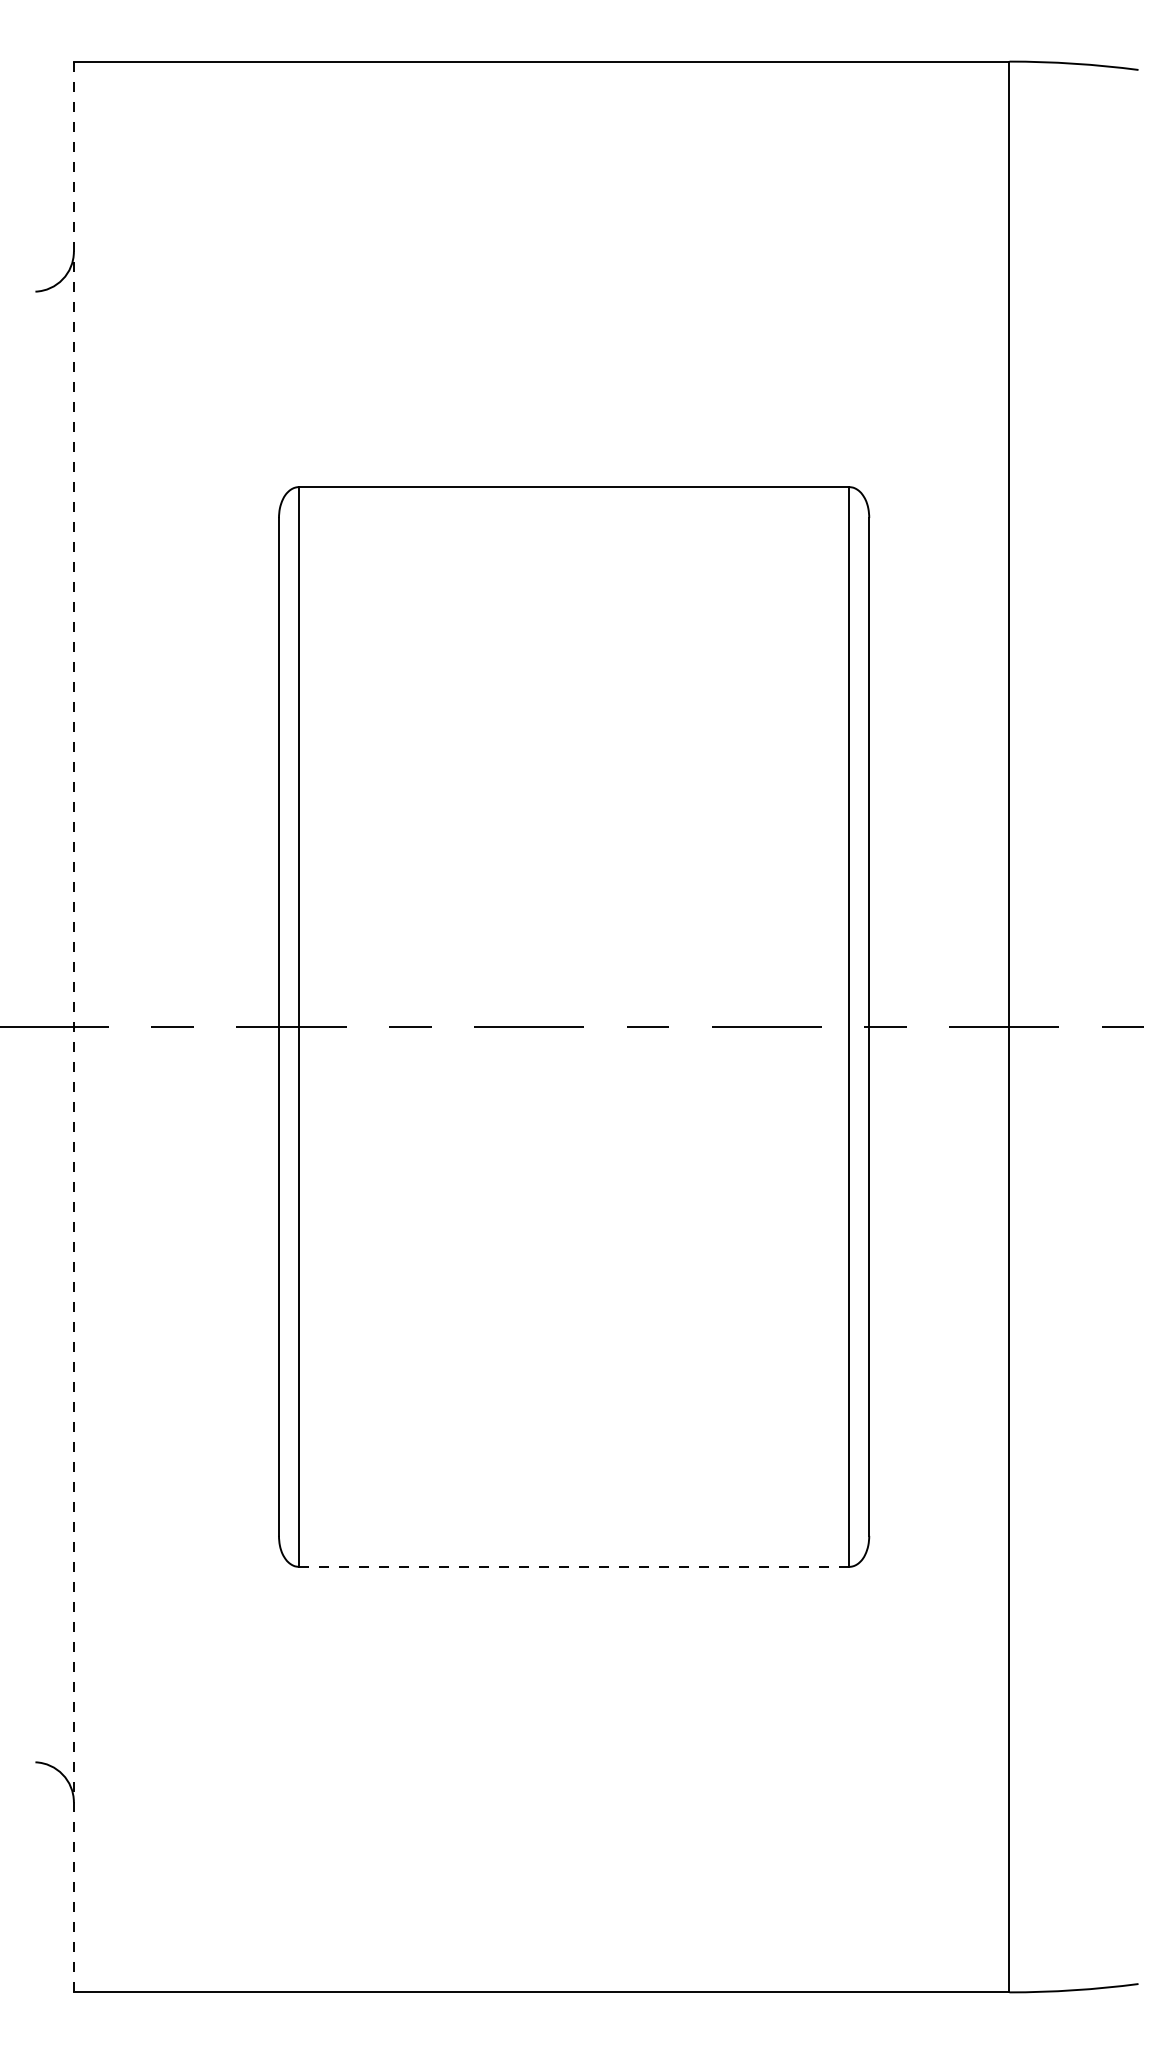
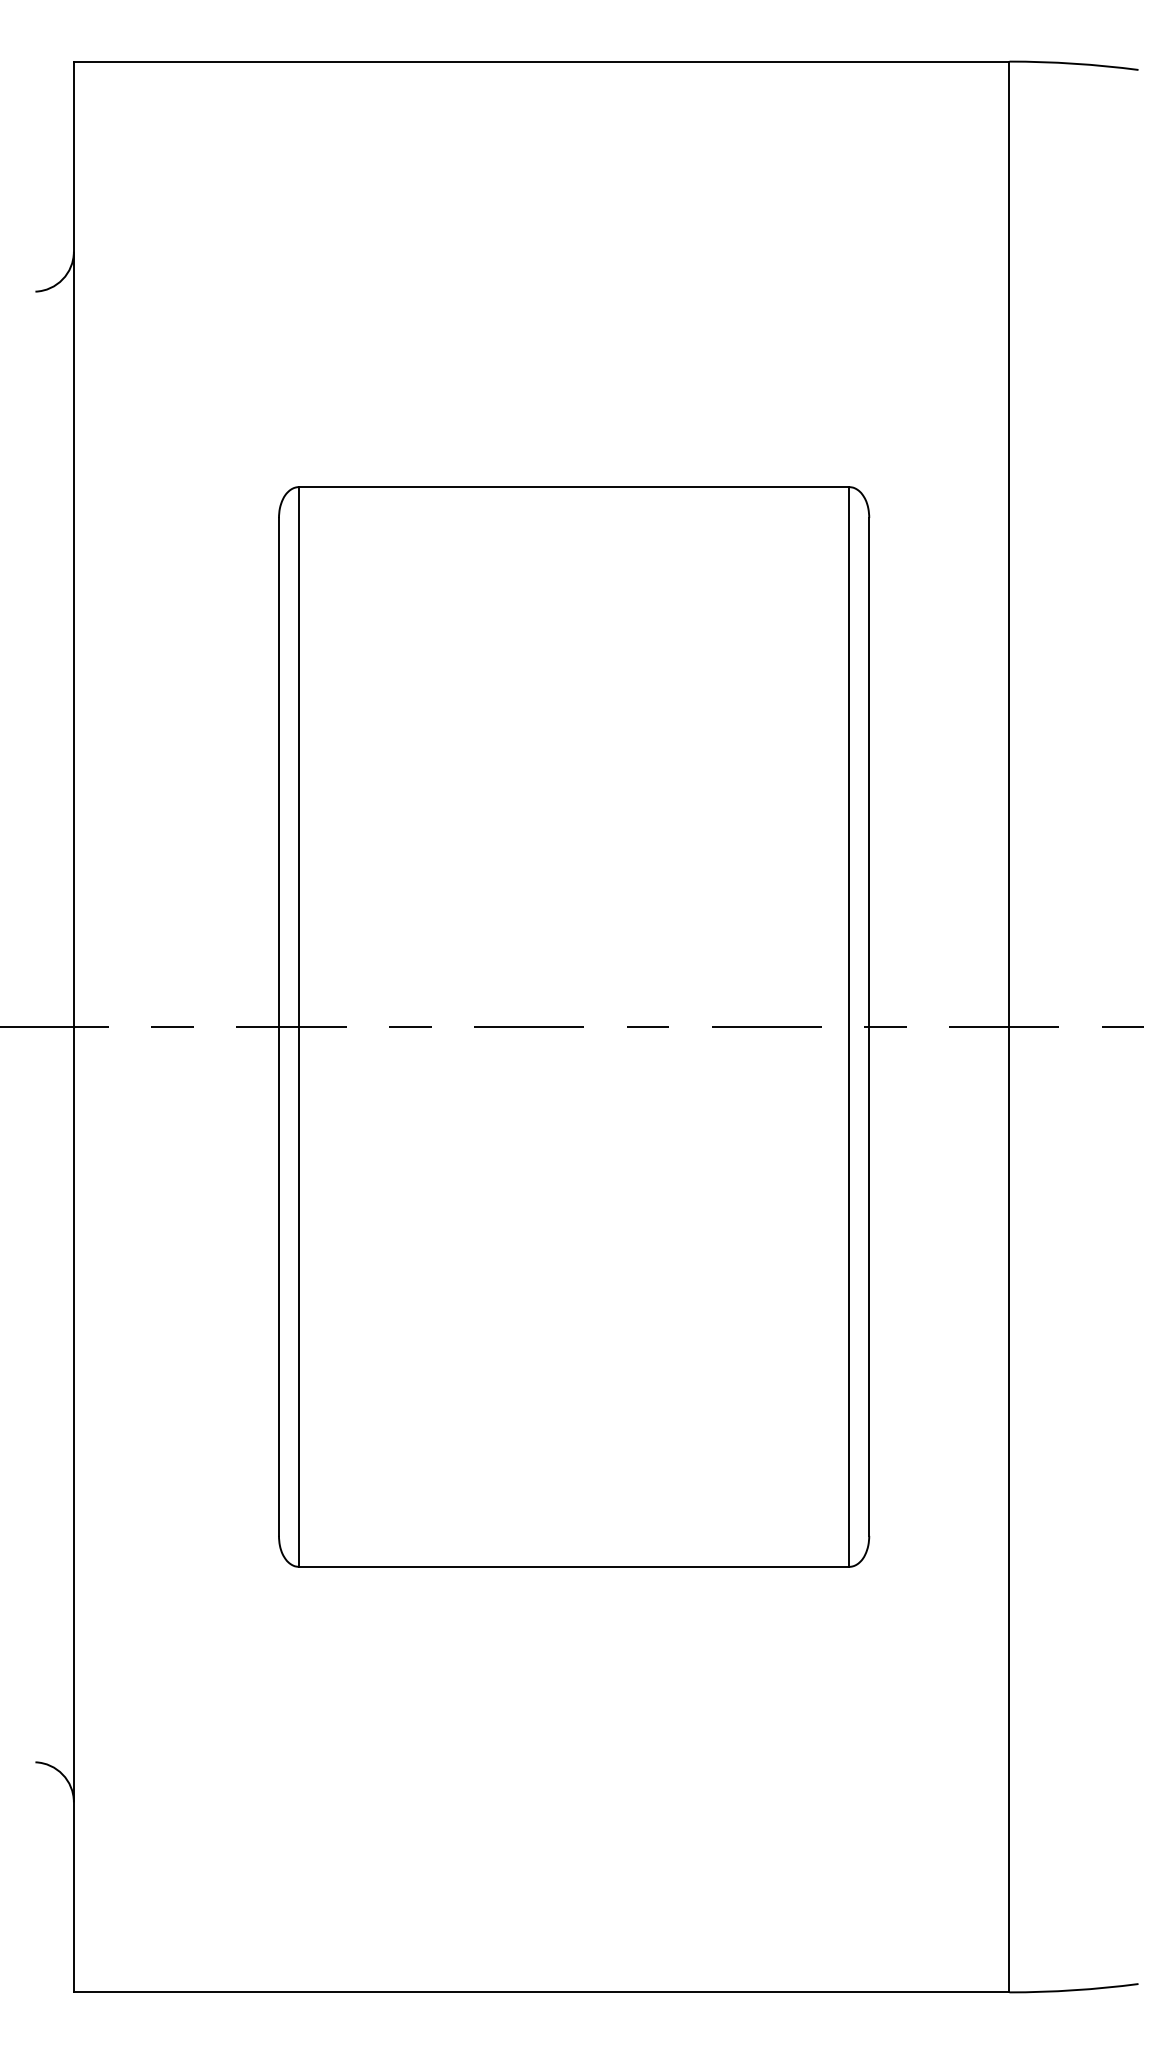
line at (73, 1026): dashed -> solid
line at (574, 1566): dashed -> solid
